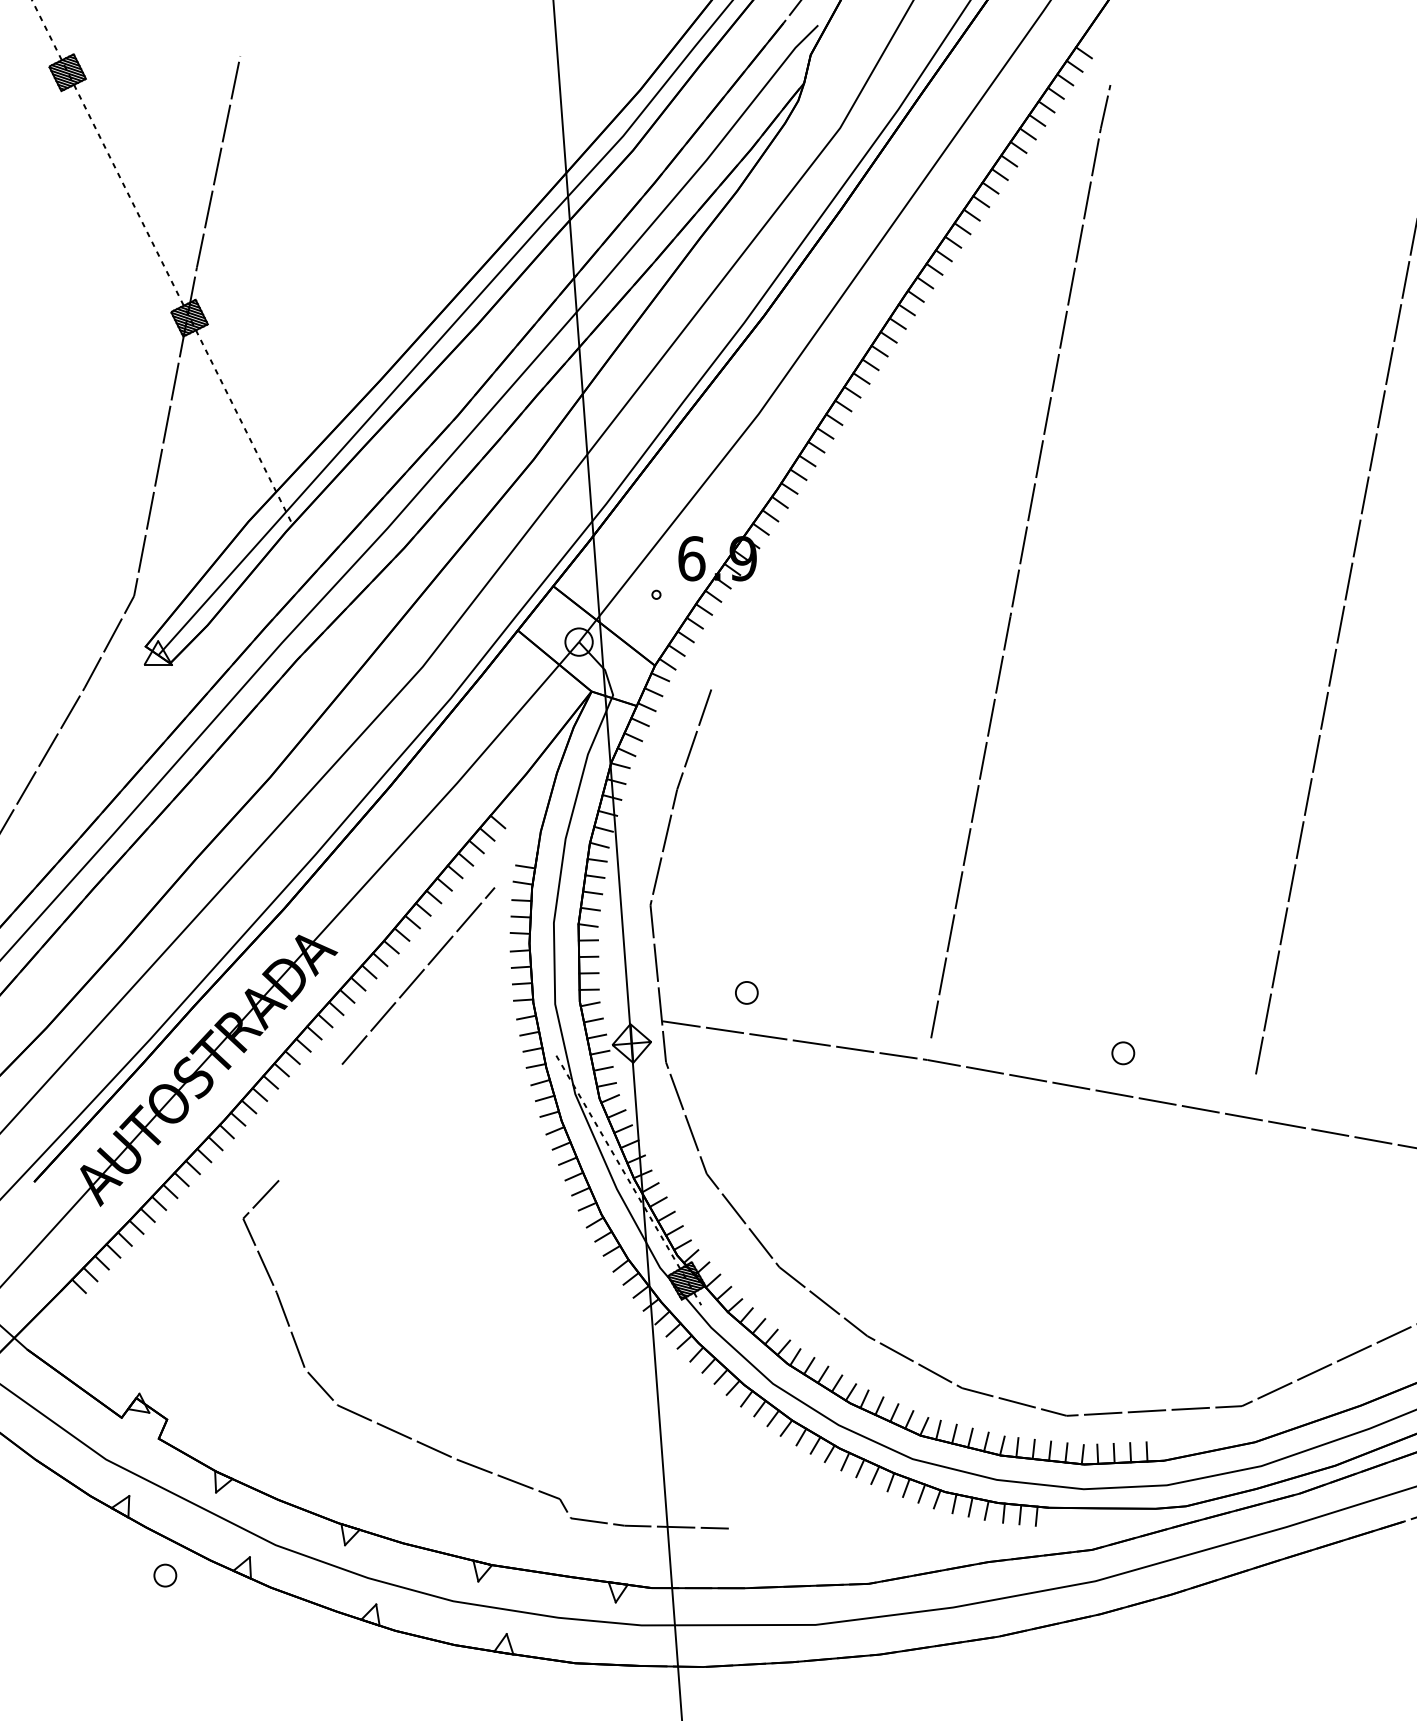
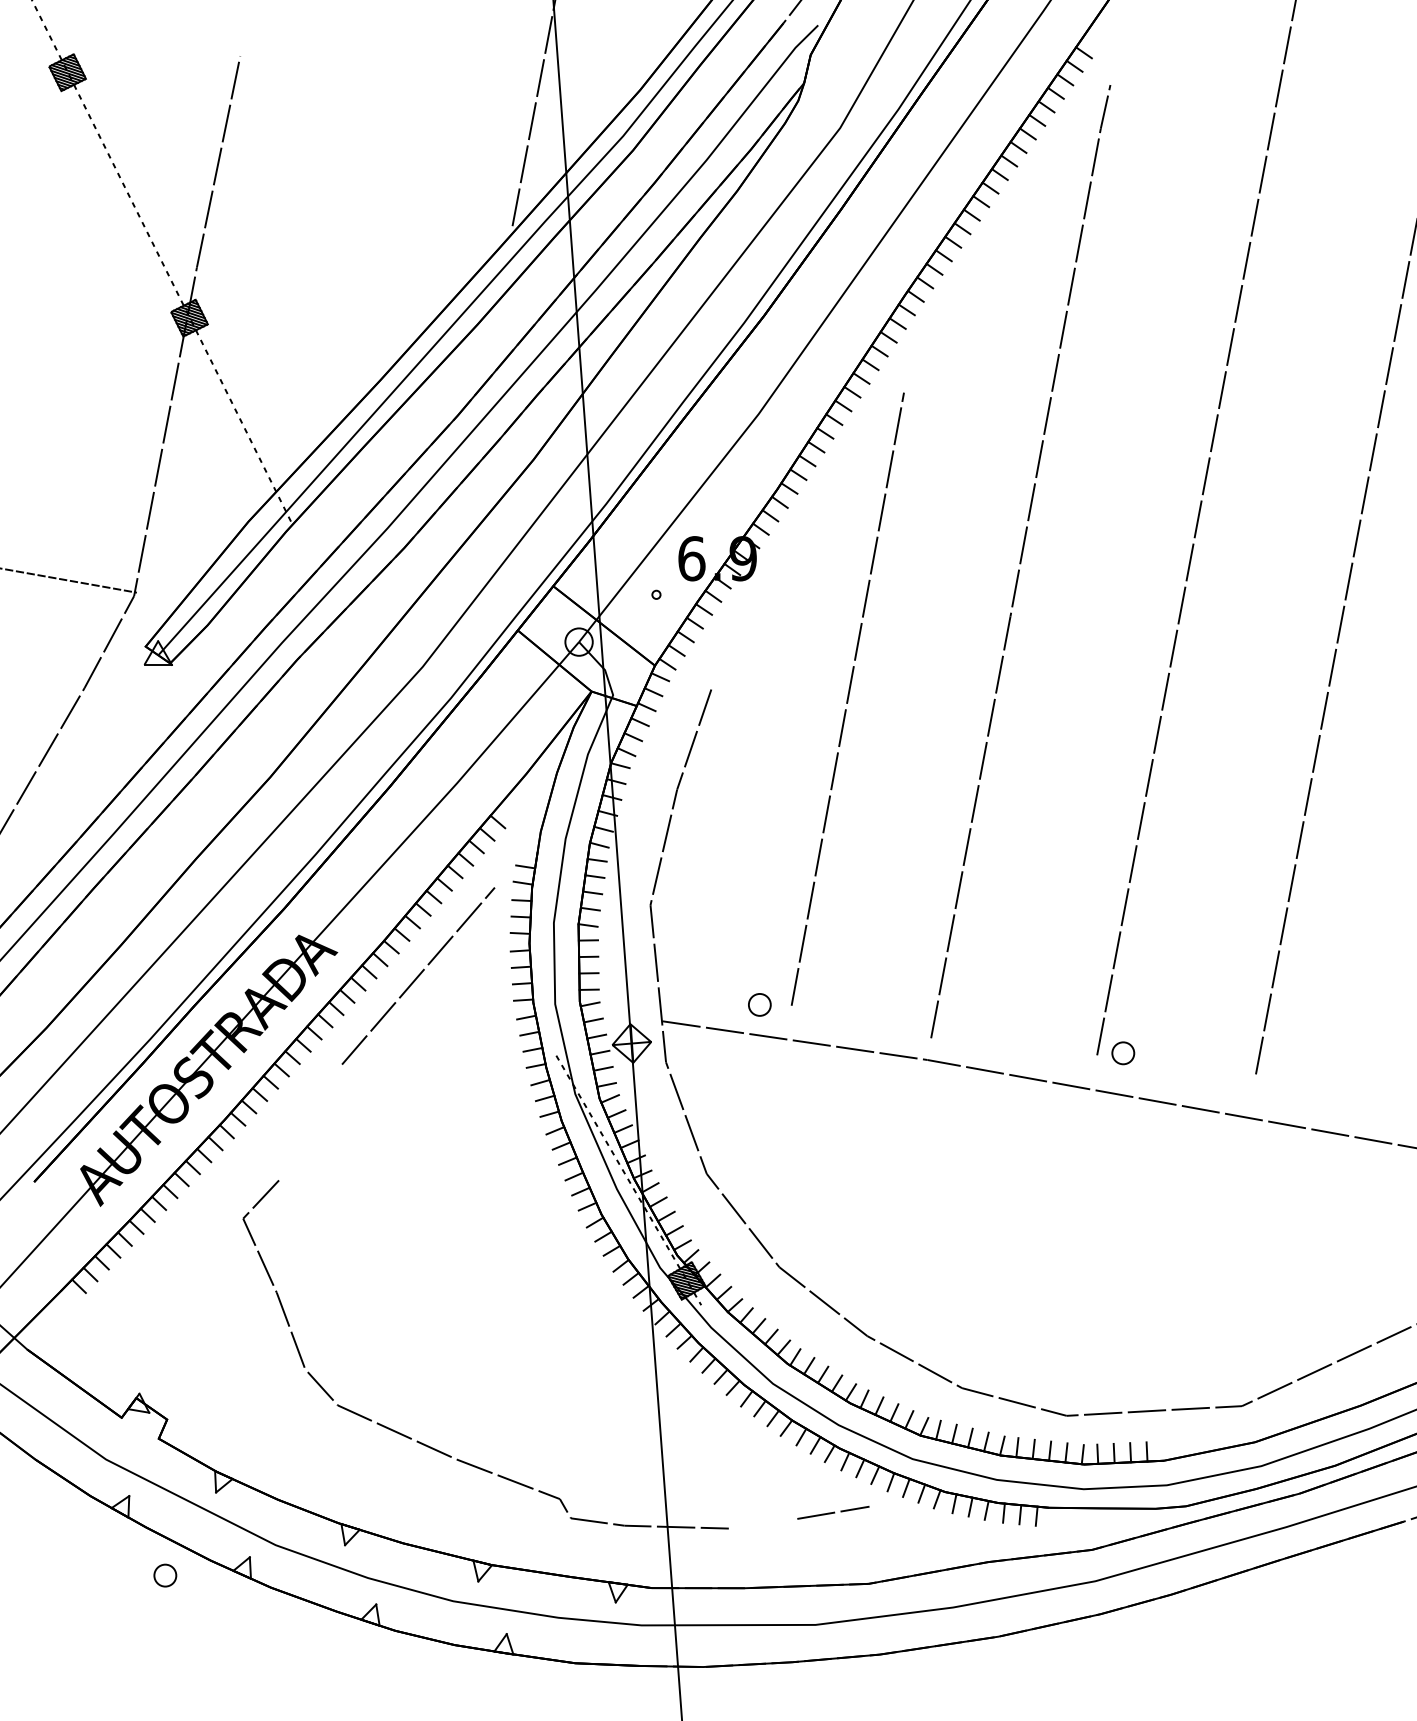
line at (533, 114): none -> present
line at (1196, 528): none -> present
line at (69, 580): none -> present
line at (847, 698): none -> present
part at (746, 992) position: (746, 992) -> (759, 1004)
line at (833, 1512): none -> present
